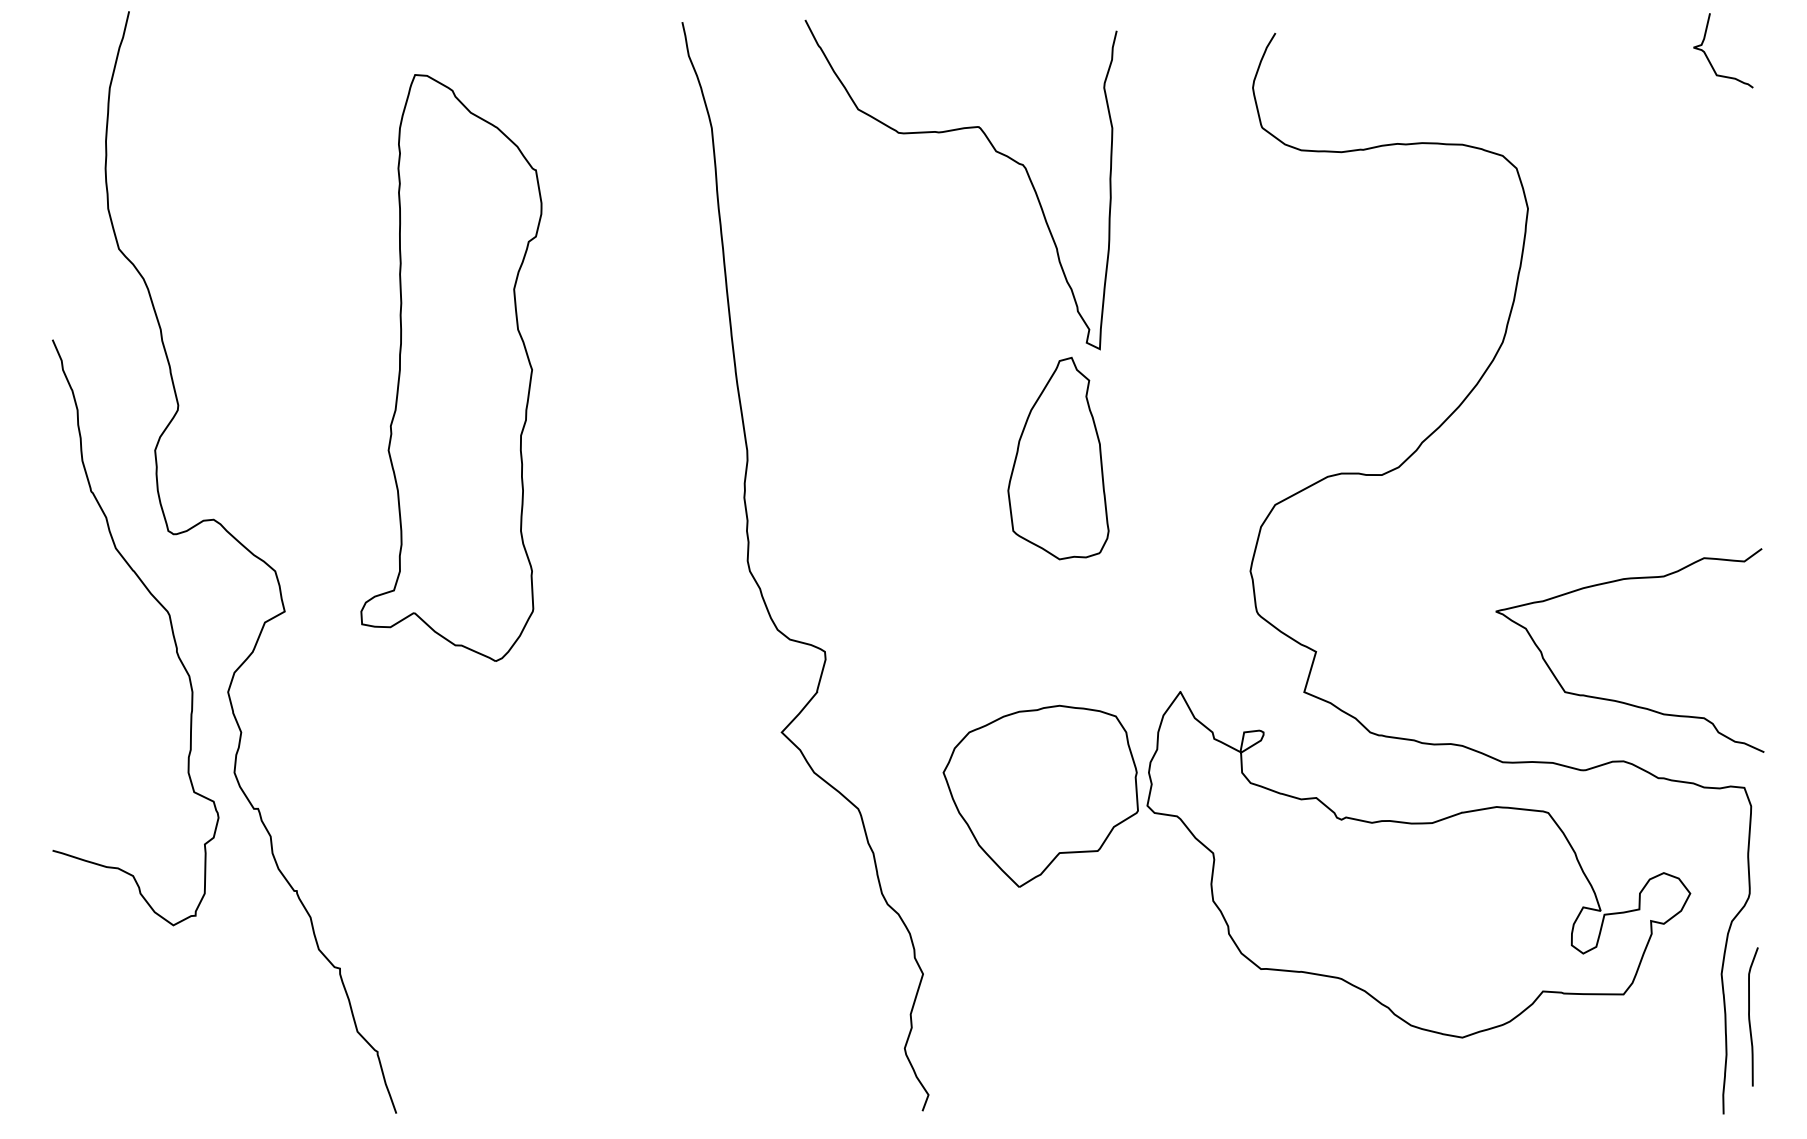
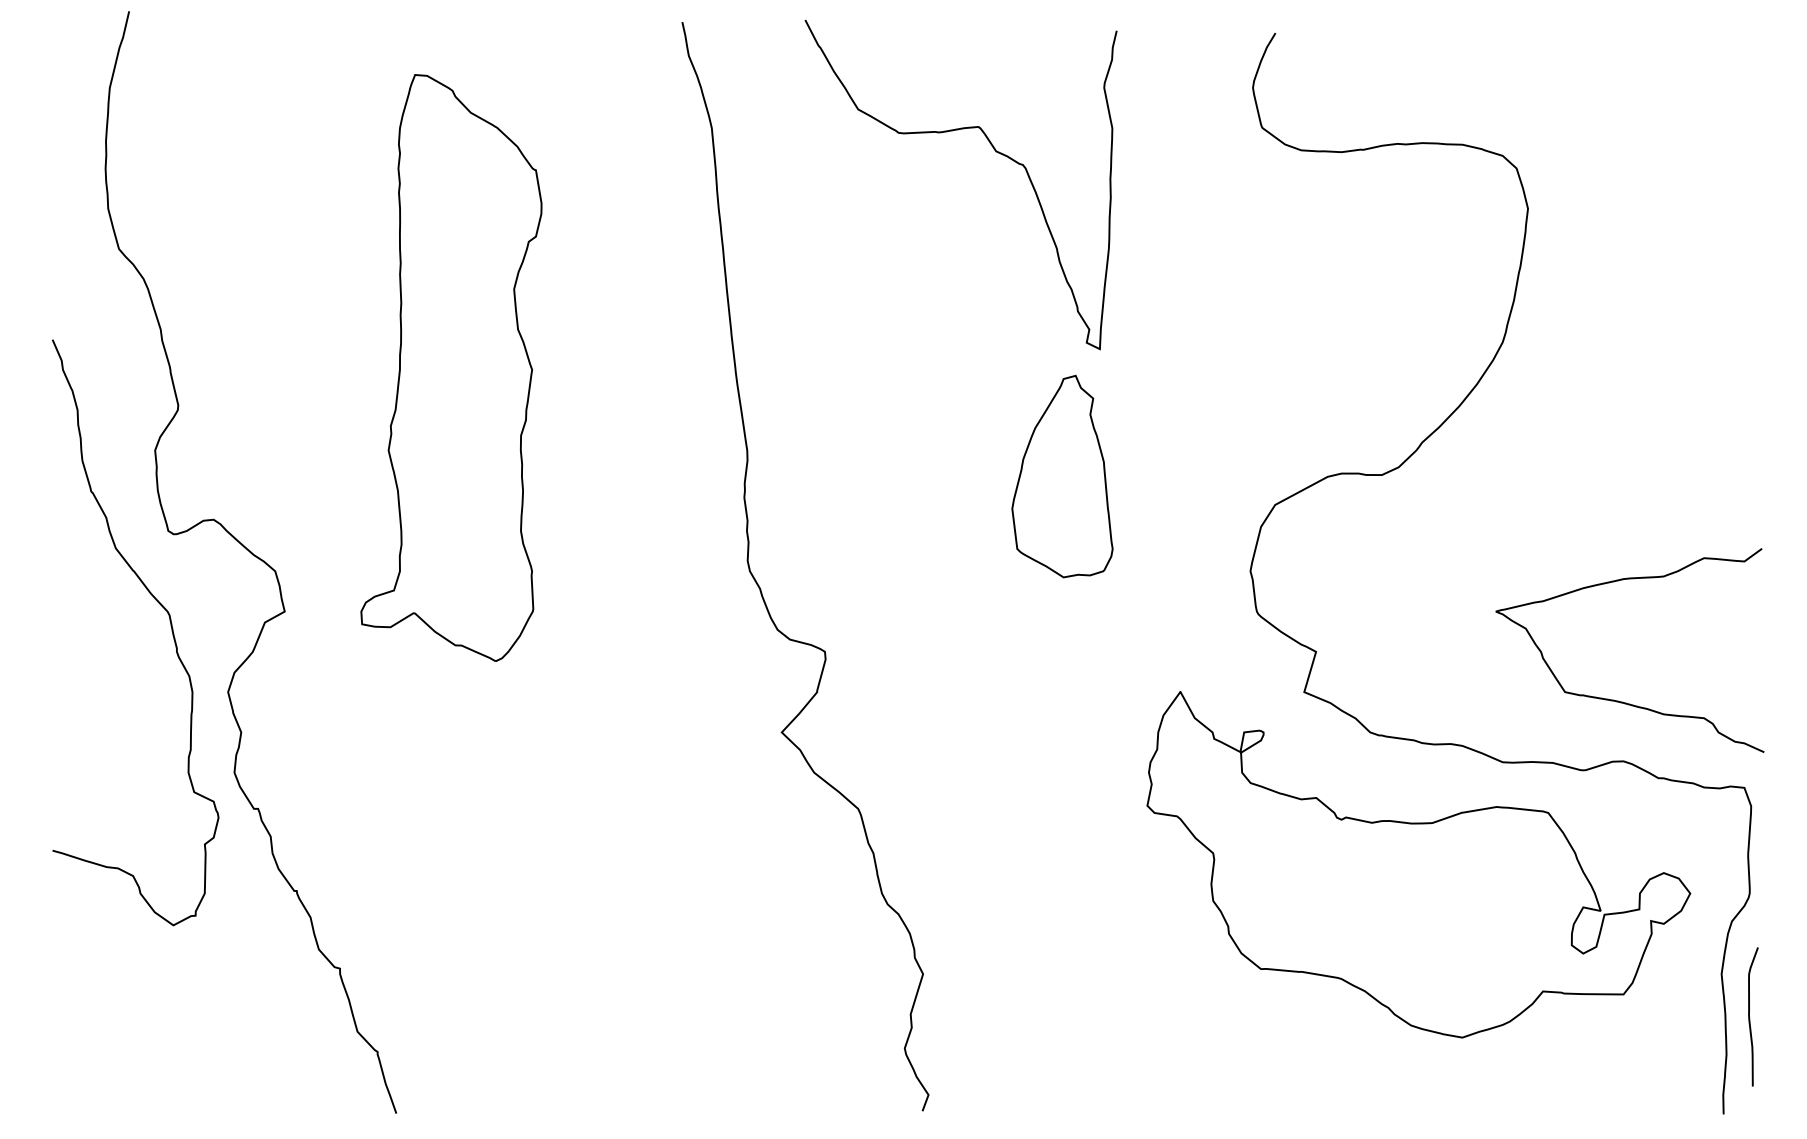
curve at (1708, 57): present -> none
part at (1058, 458) position: (1058, 458) -> (1062, 476)
part at (1040, 795): present -> none
